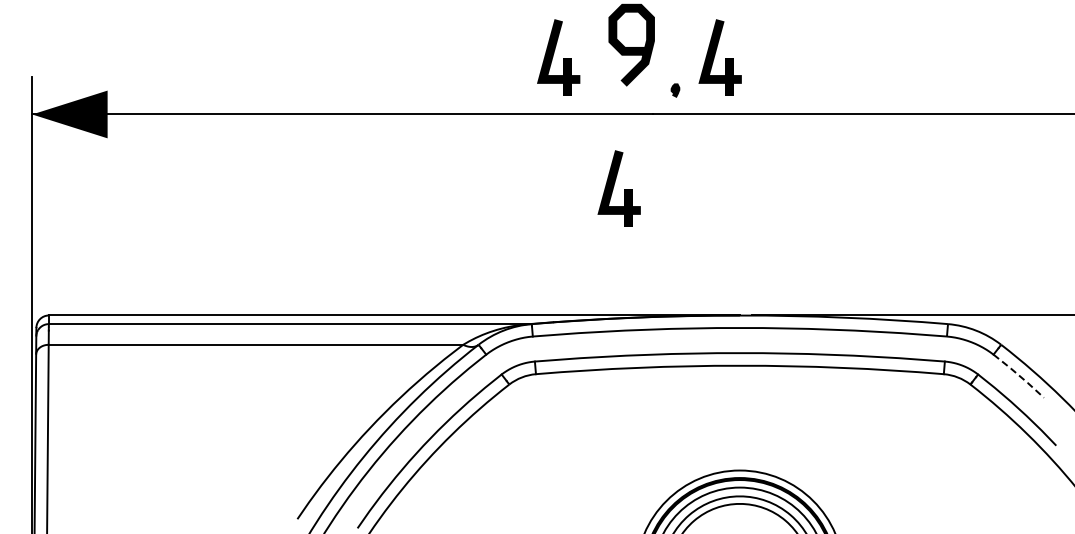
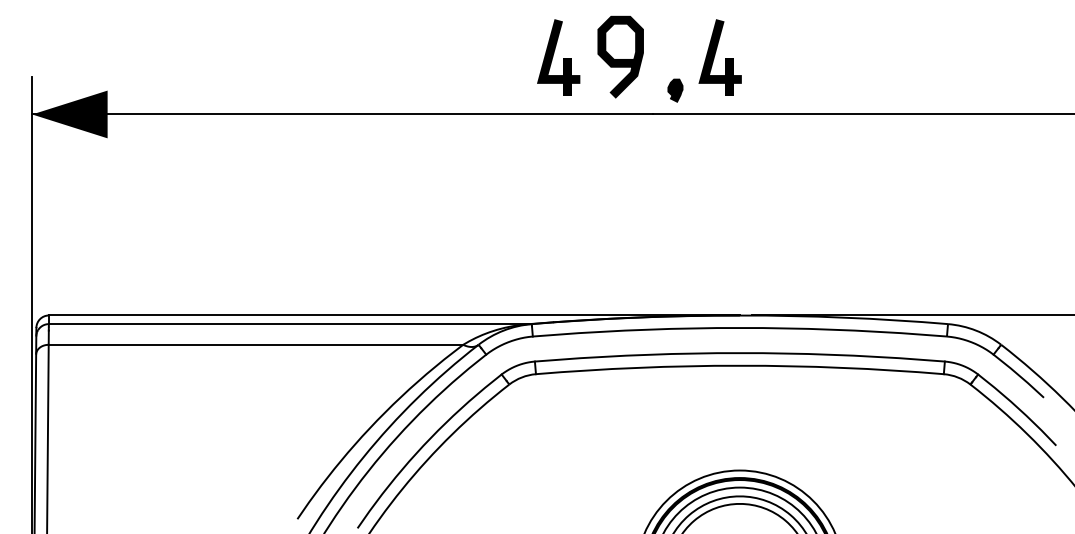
curve at (631, 47) position: (631, 47) -> (620, 59)
part at (675, 90) size: 11x15 px -> 17x25 px
part at (618, 188): present -> none
line at (1019, 375): dashed -> solid
